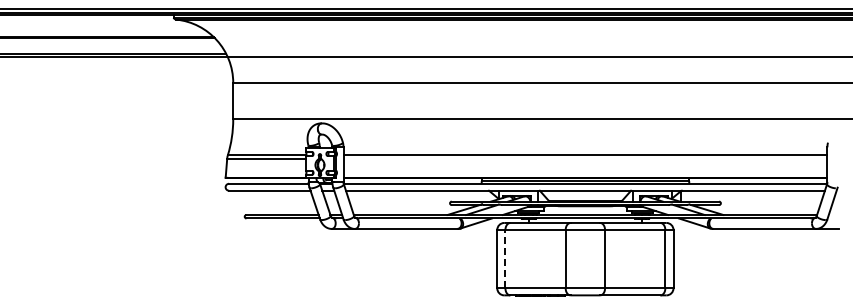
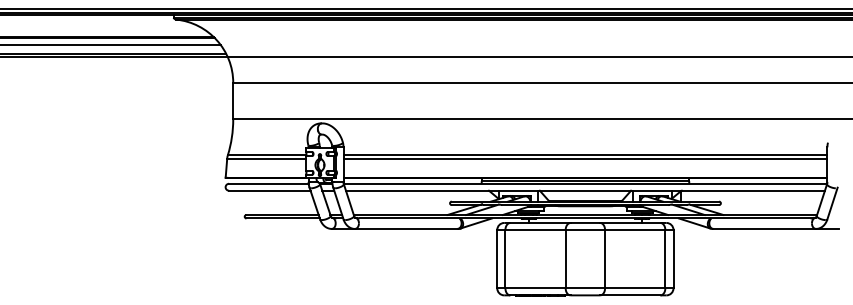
line at (111, 44): none -> present
line at (585, 159): none -> present
line at (505, 258): dashed -> solid
